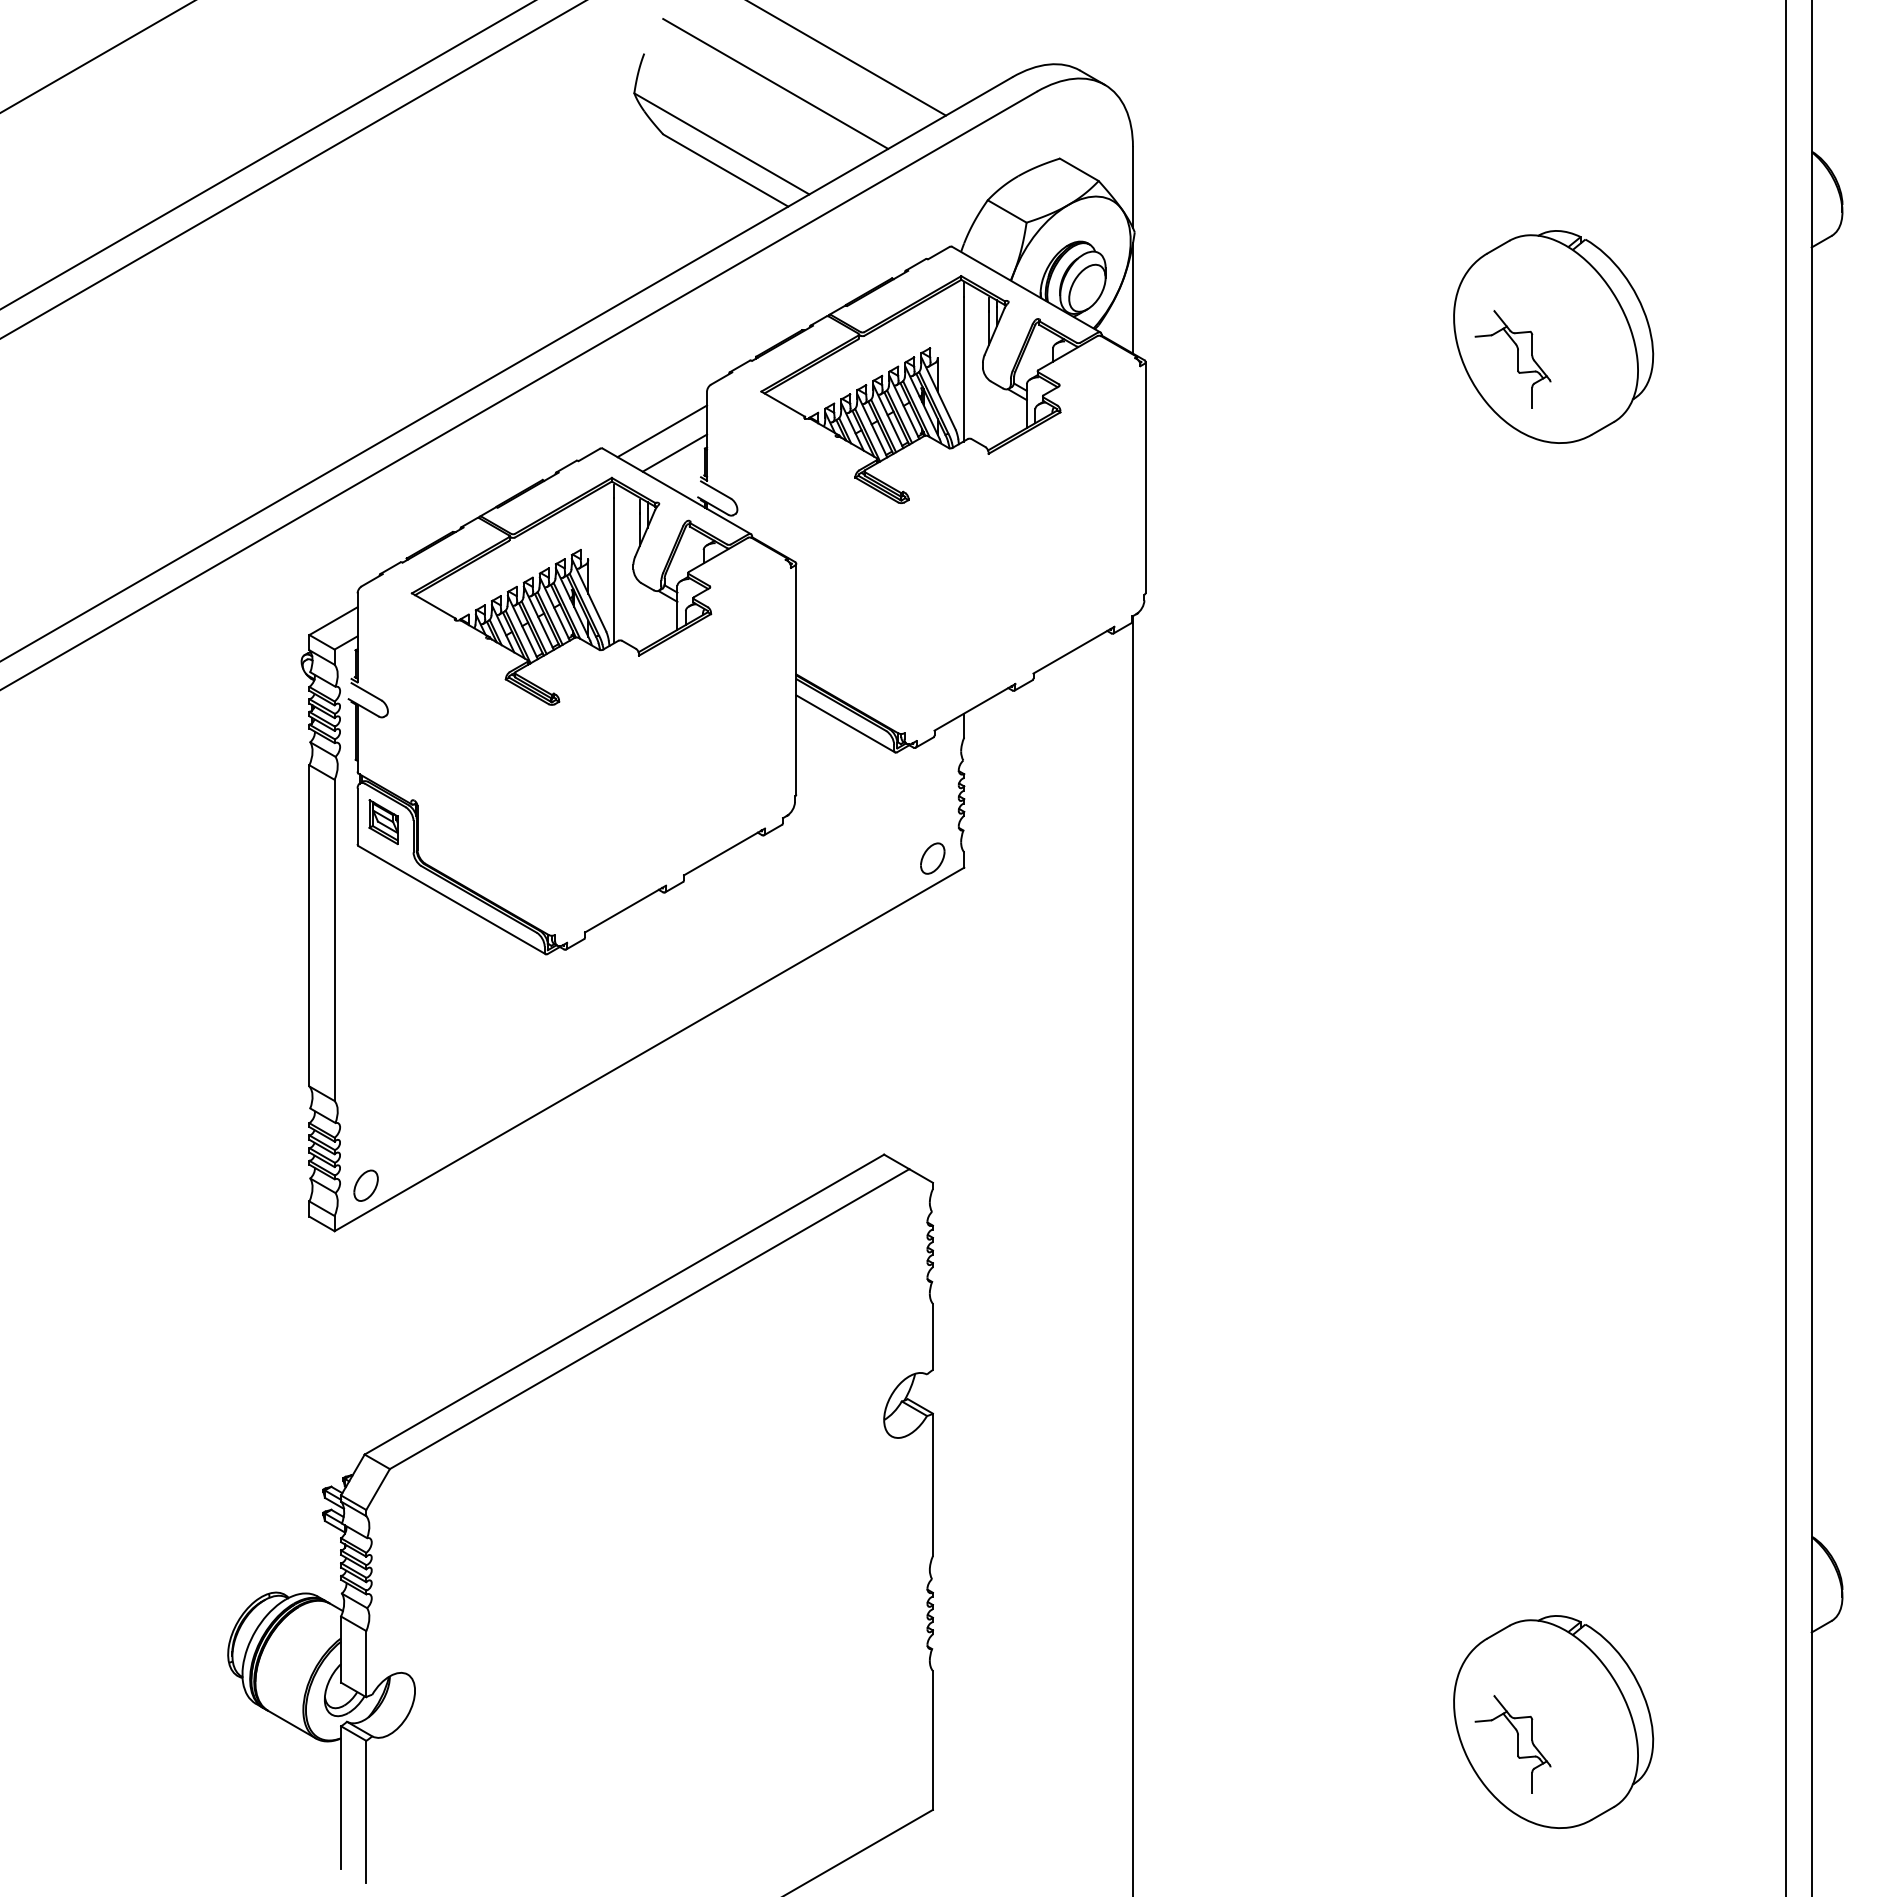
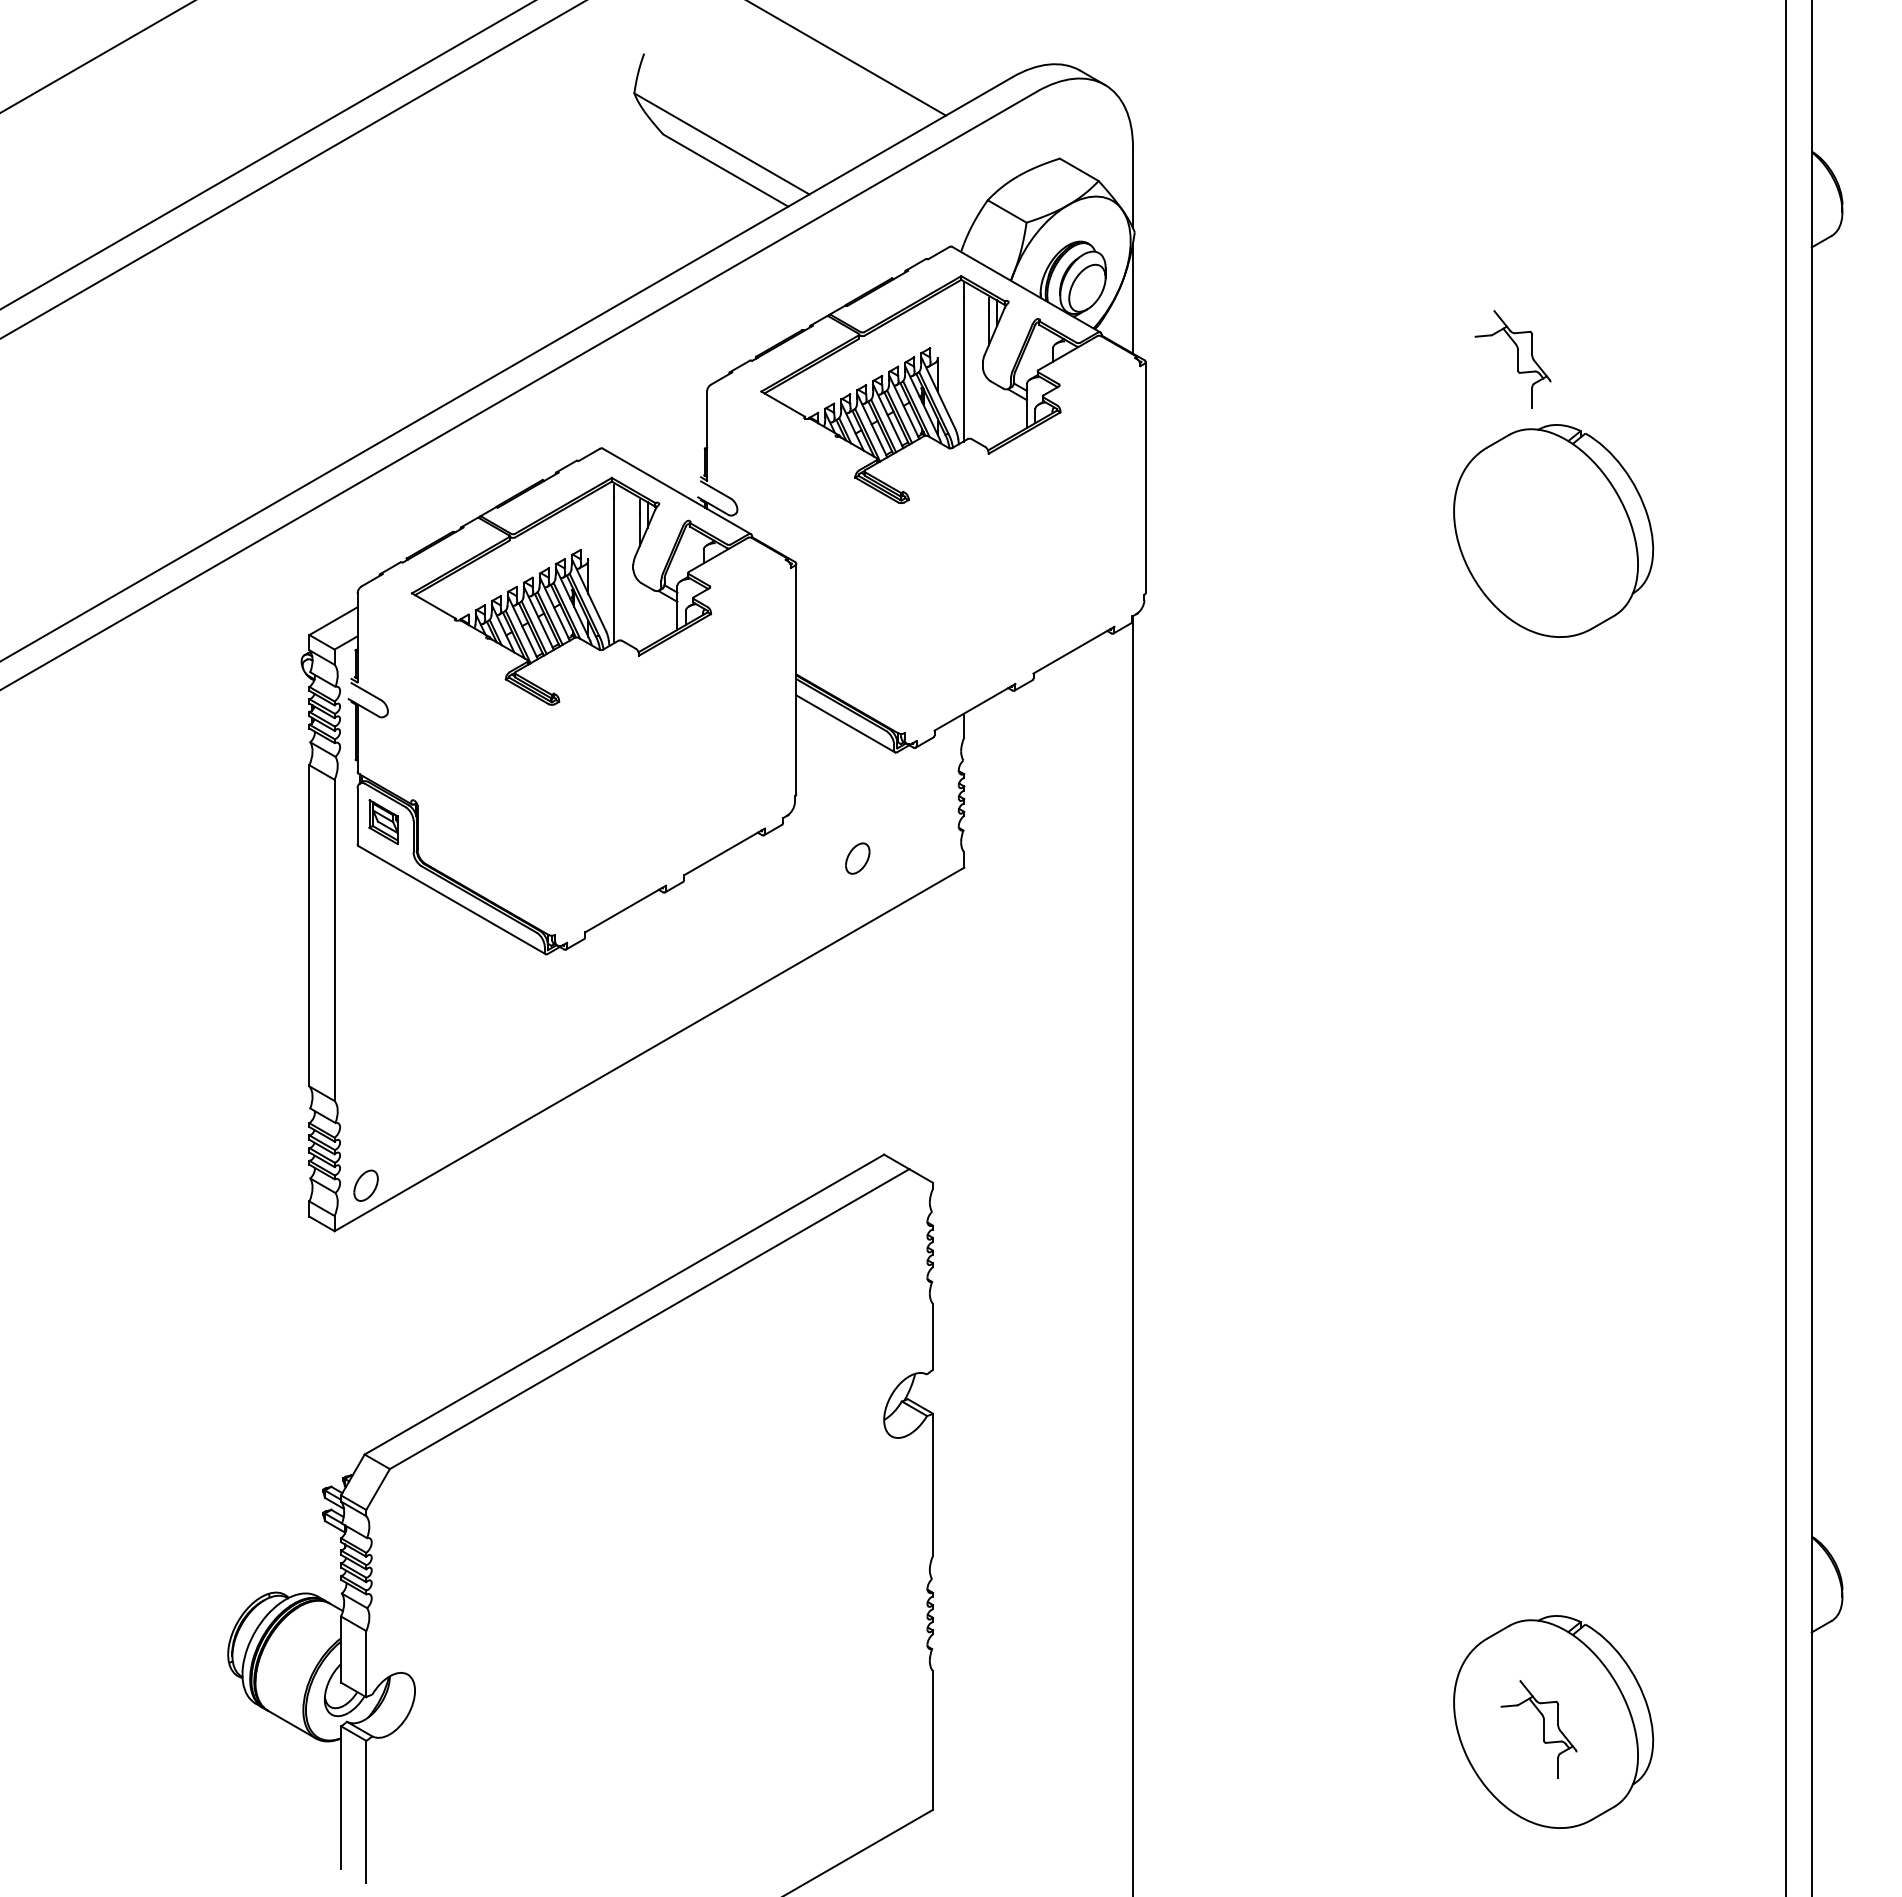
line at (775, 83): present -> none
part at (1553, 336) position: (1553, 336) -> (1553, 530)
line at (662, 431): present -> none
line at (674, 452): present -> none
part at (932, 858) position: (932, 858) -> (857, 858)
part at (1512, 1744) position: (1512, 1744) -> (1538, 1729)
